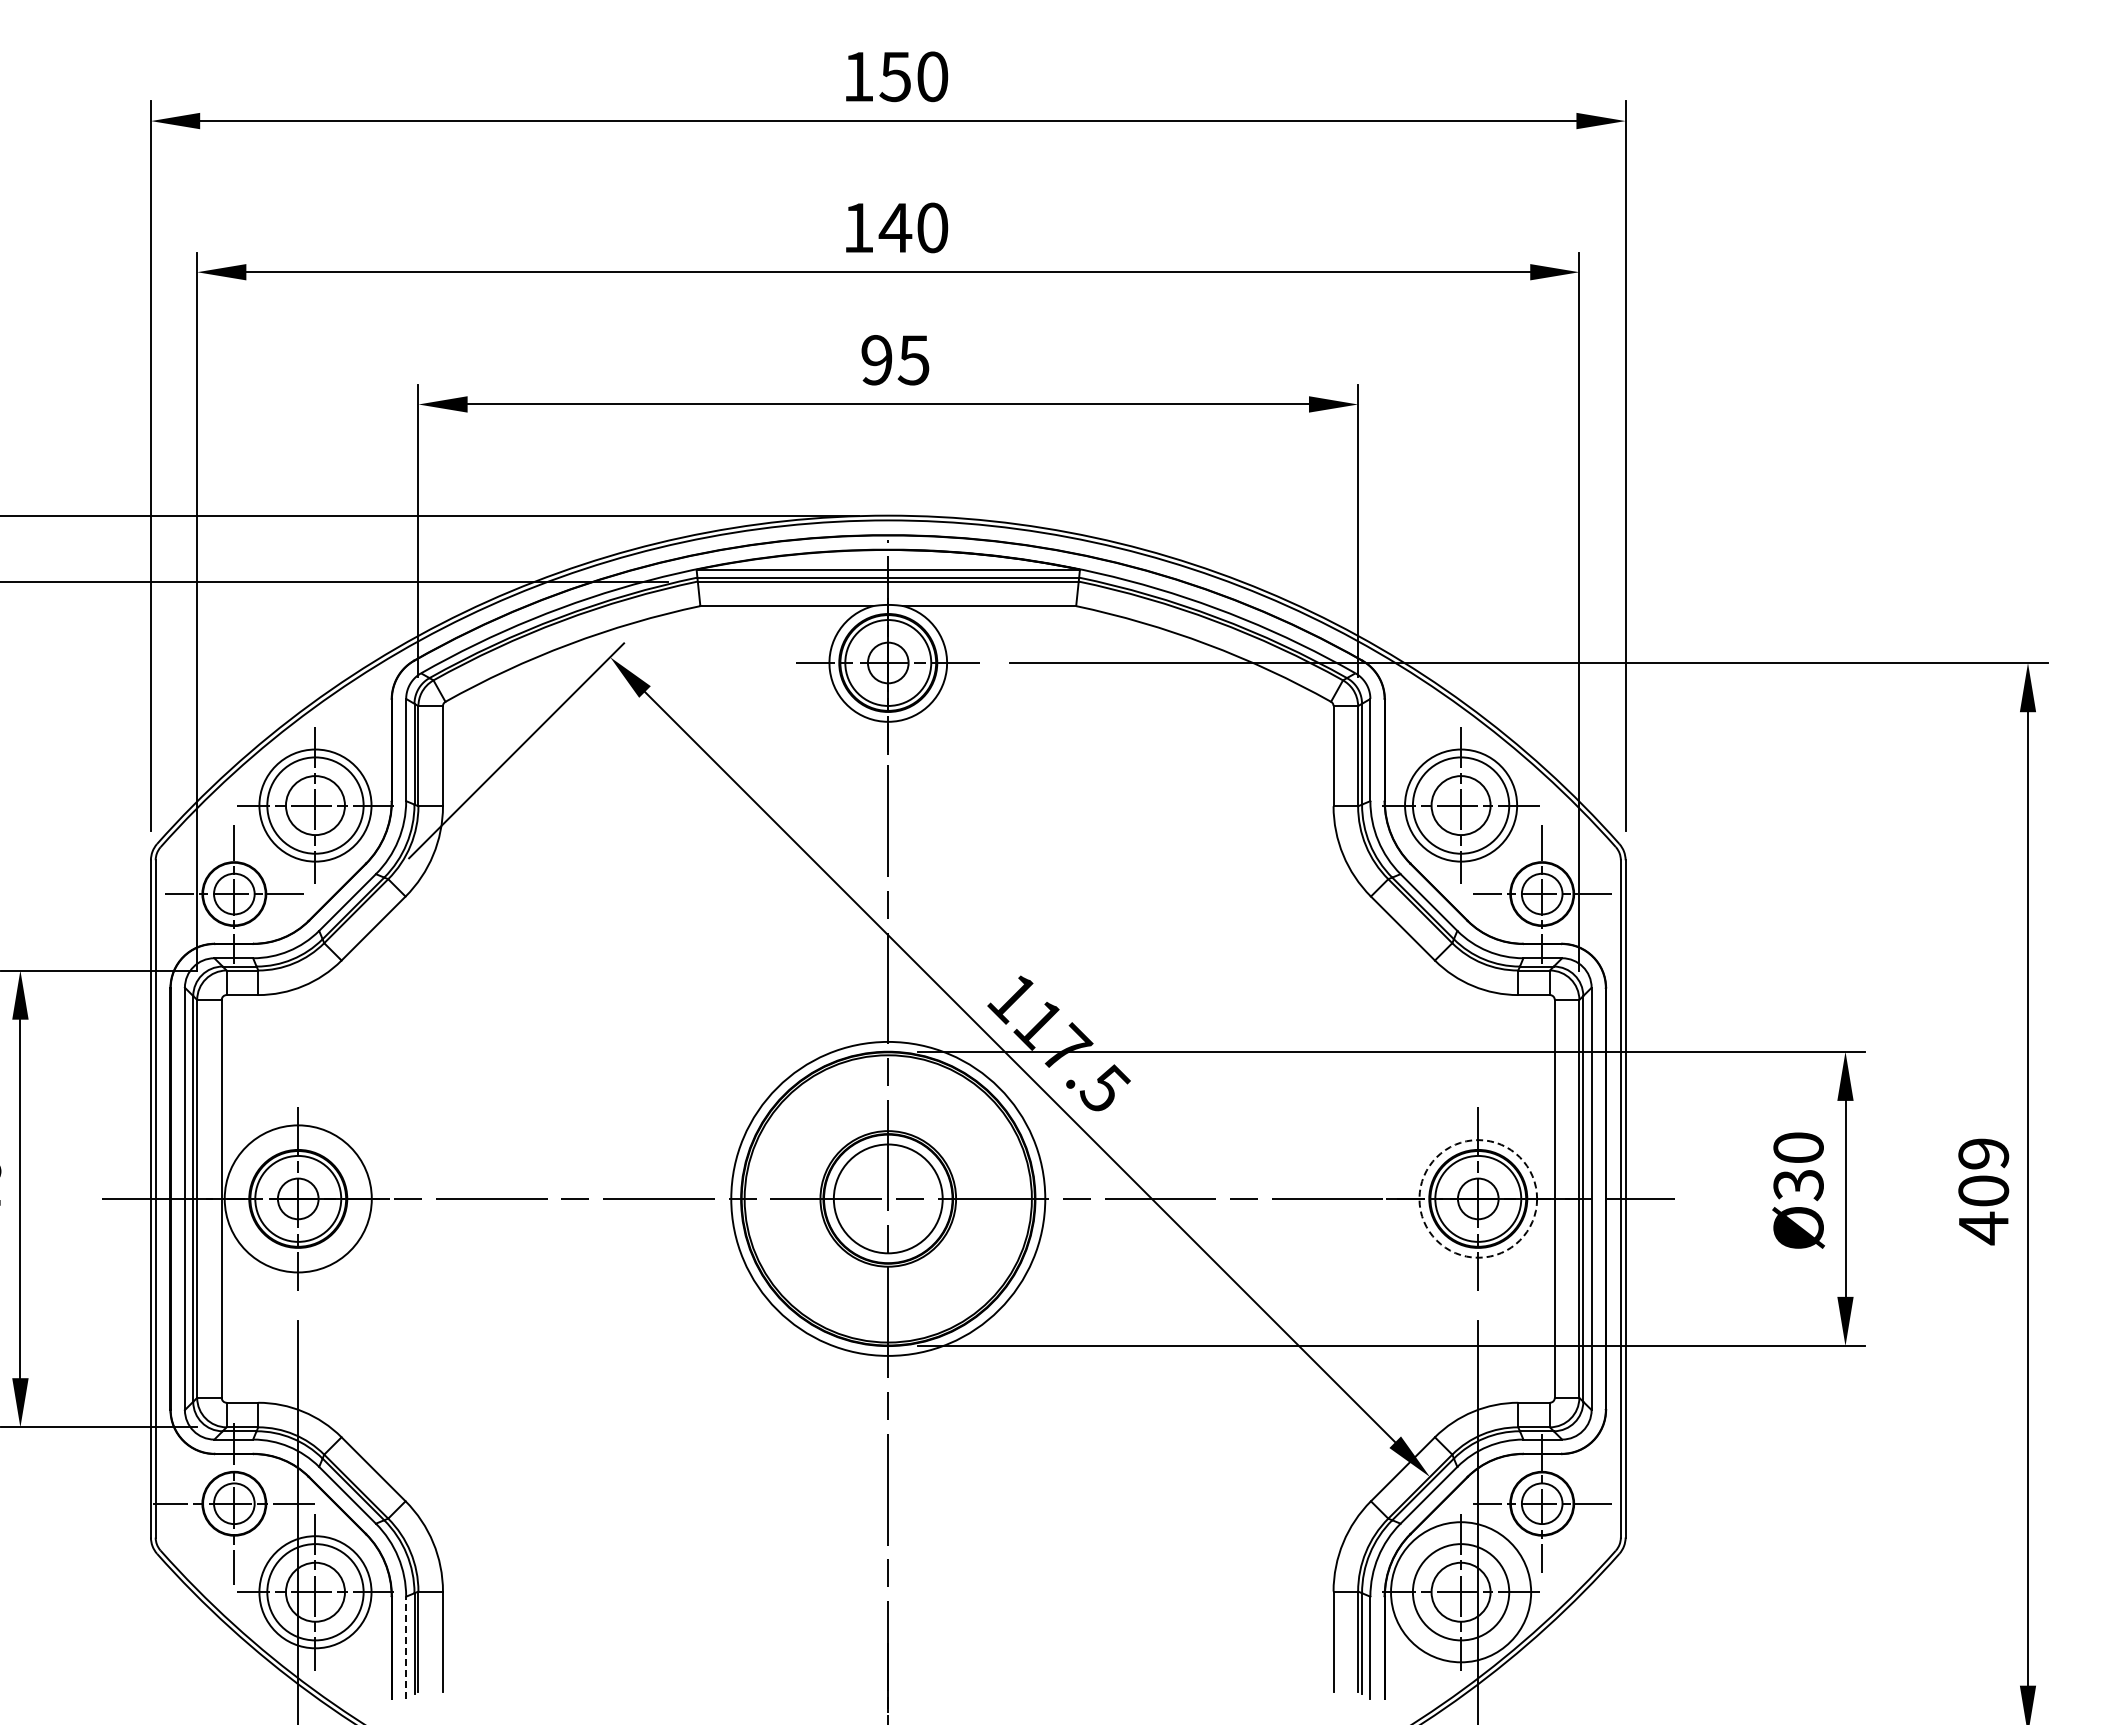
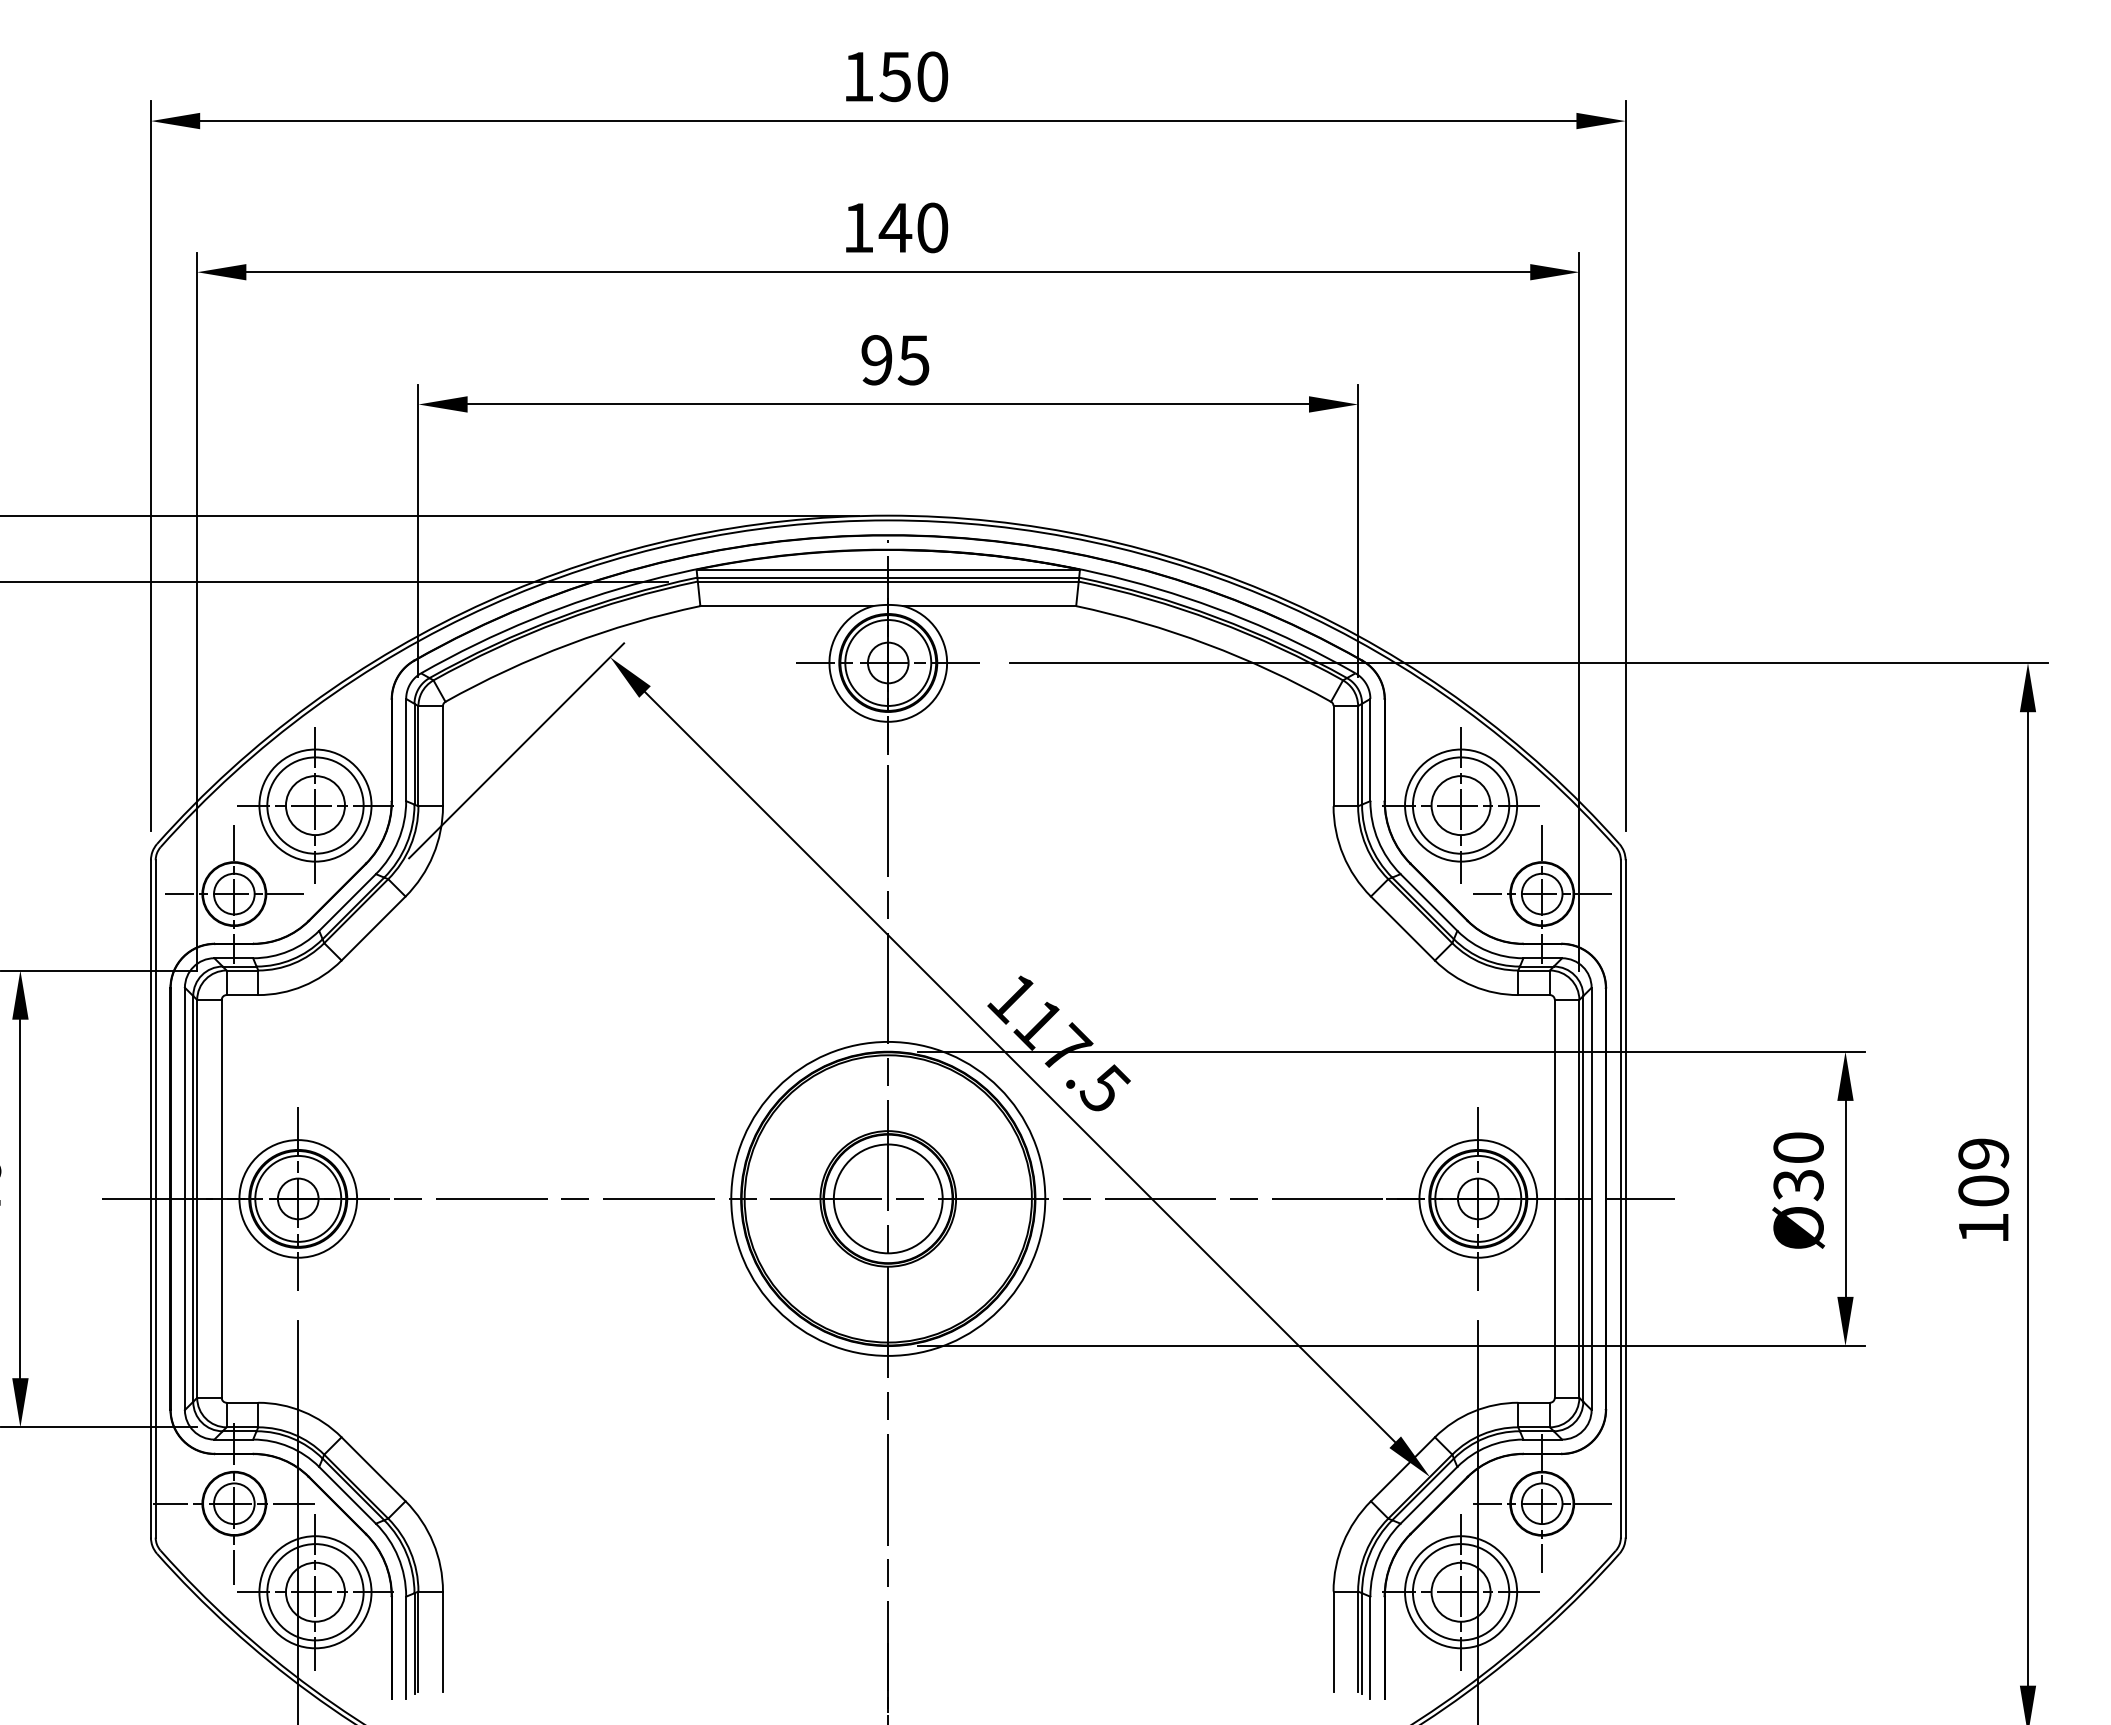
circle at (297, 1198) diameter: 147 px -> 118 px
circle at (1478, 1198): dashed -> solid
text at (1983, 1228): 409 -> 109
circle at (1461, 1592) diameter: 140 px -> 112 px
line at (406, 1647): dashed -> solid
